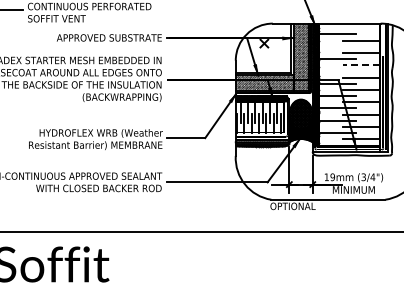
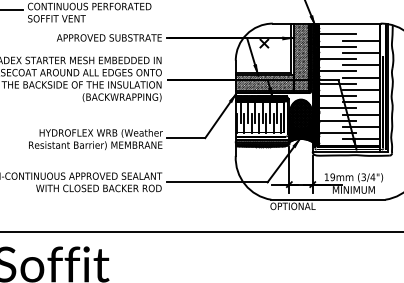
line at (338, 46): none -> present
line at (361, 65): dashed -> solid
line at (336, 71): none -> present
